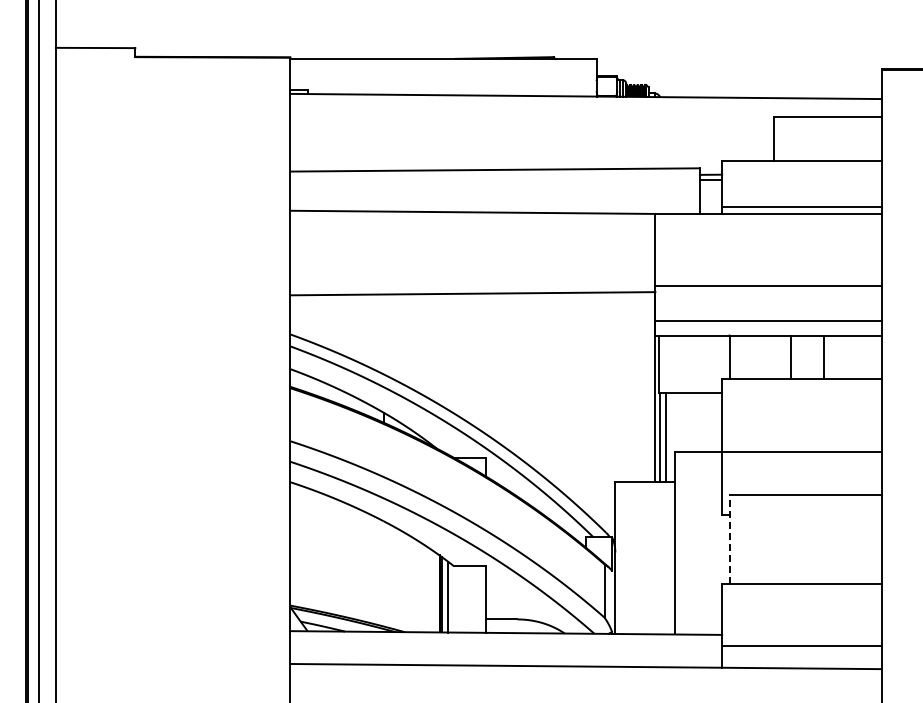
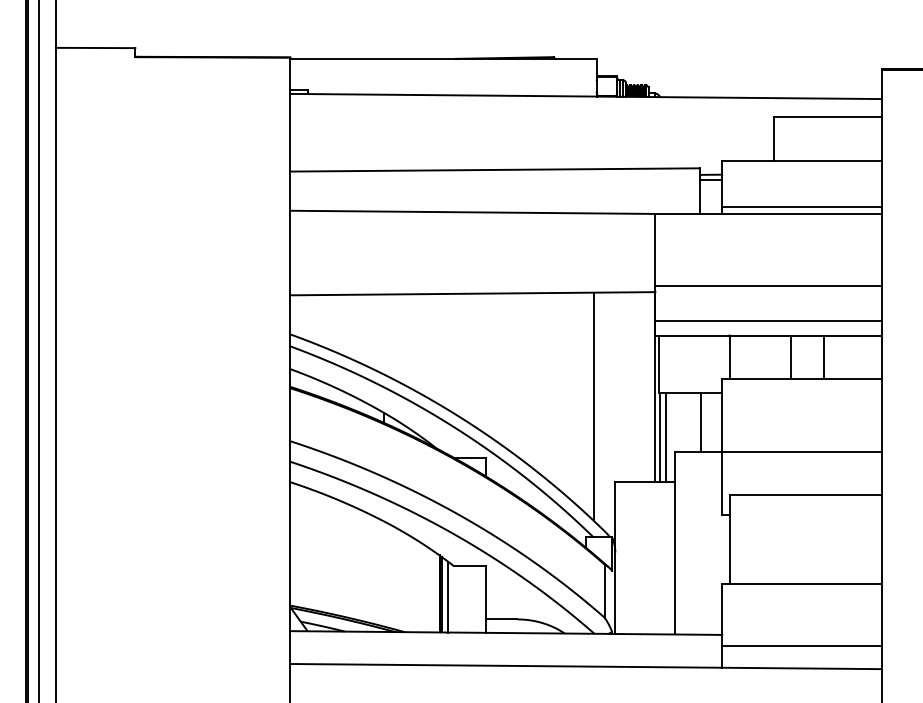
line at (593, 406): none -> present
line at (701, 422): none -> present
line at (729, 538): dashed -> solid
